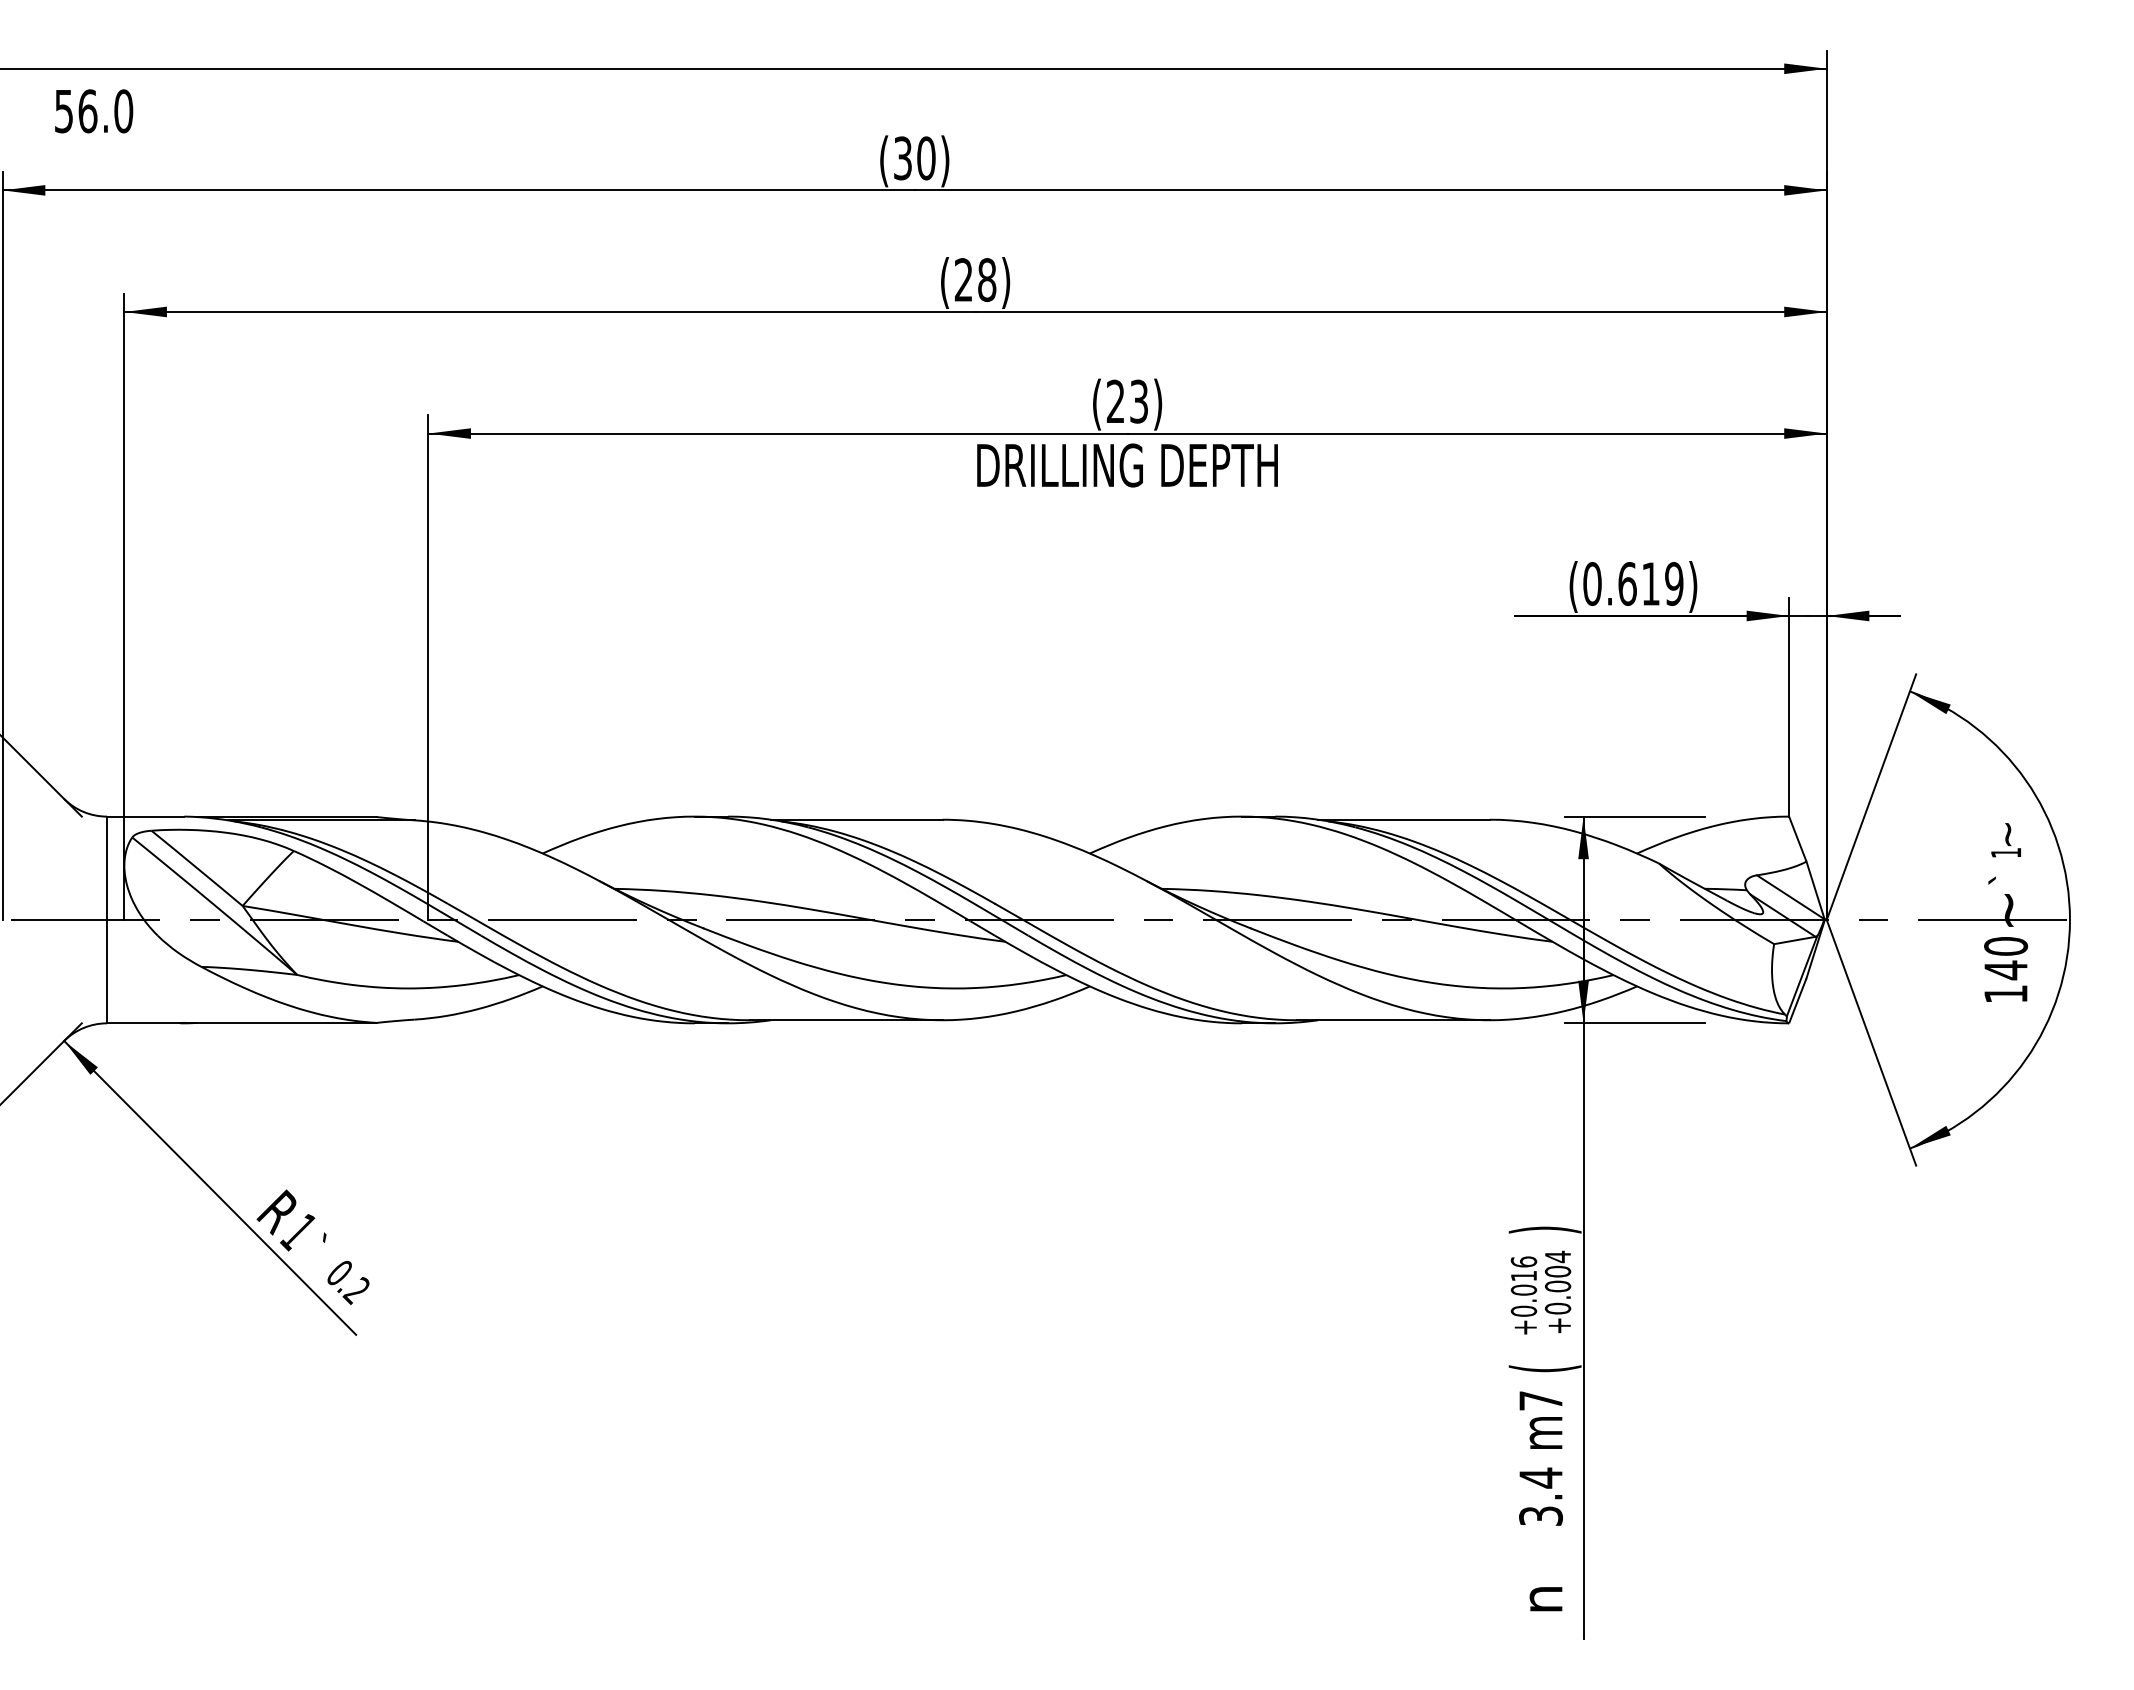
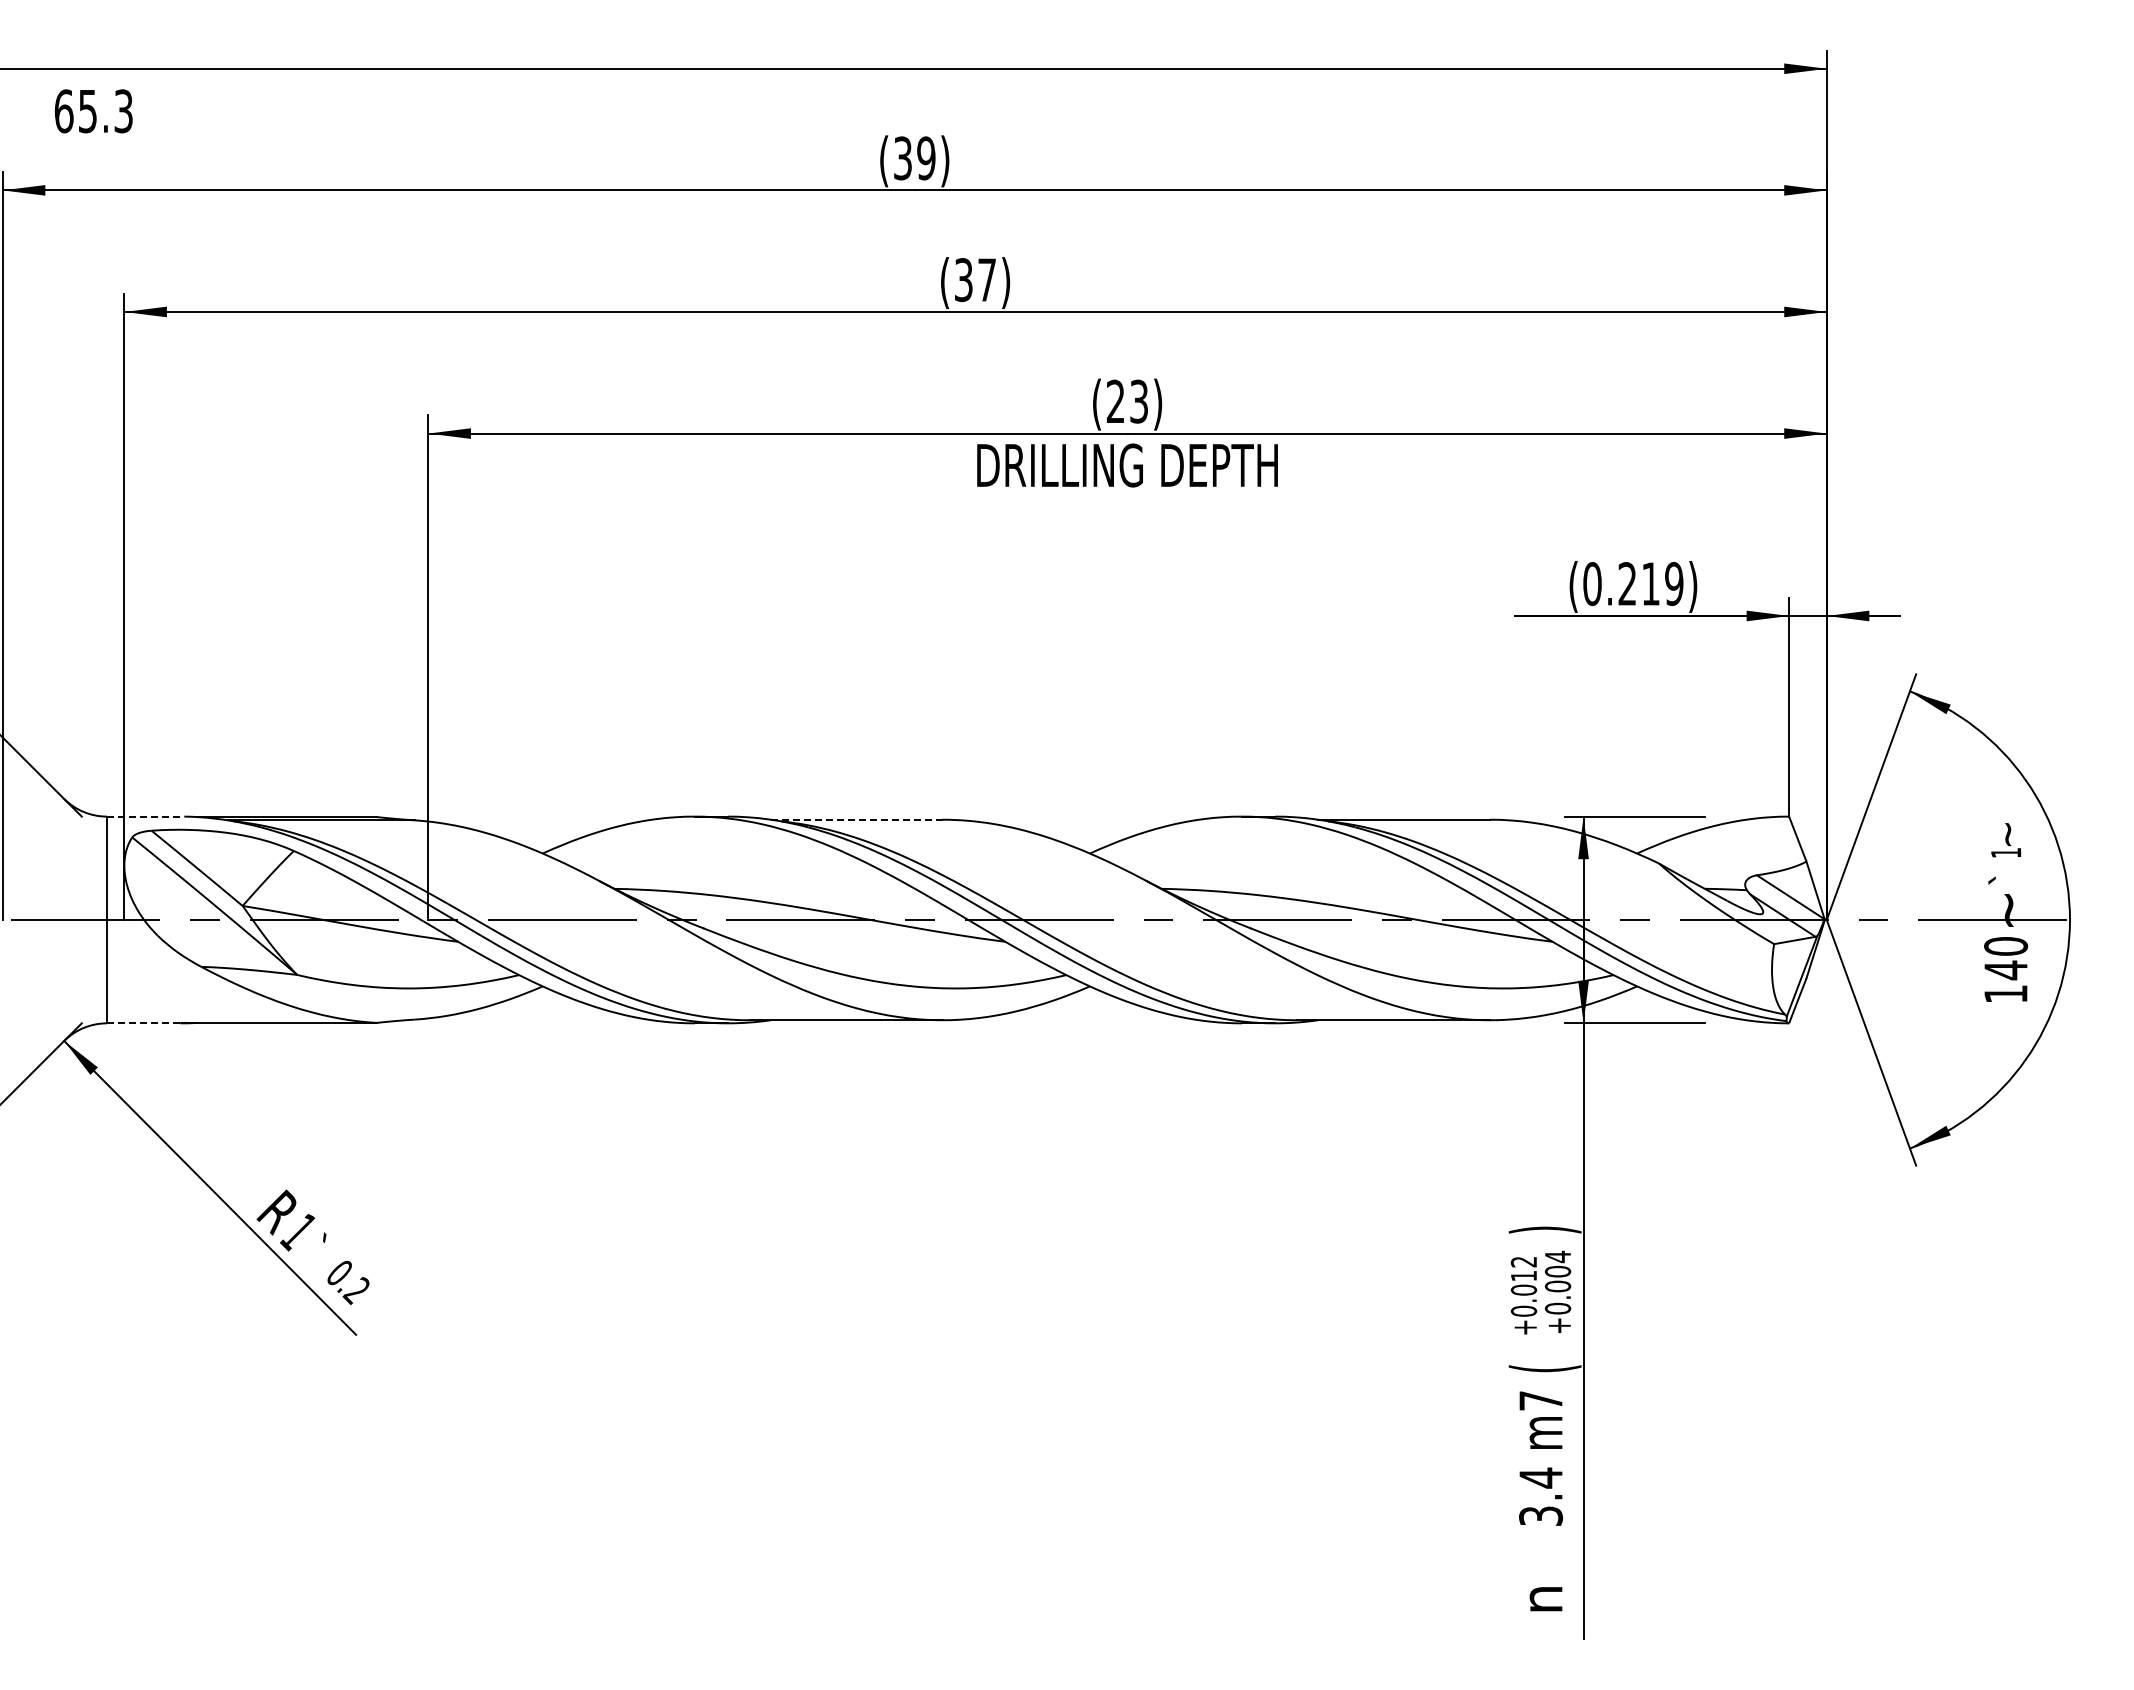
text at (93, 111): 56.0 -> 65.3
text at (926, 158): (30) -> (39)
text at (975, 280): (28) -> (37)
text at (1627, 583): (0.619) -> (0.219)
line at (145, 816): solid -> dashed
line at (856, 819): solid -> dashed
line at (145, 1023): solid -> dashed
text at (1523, 1261): +0.016 -> +0.012
